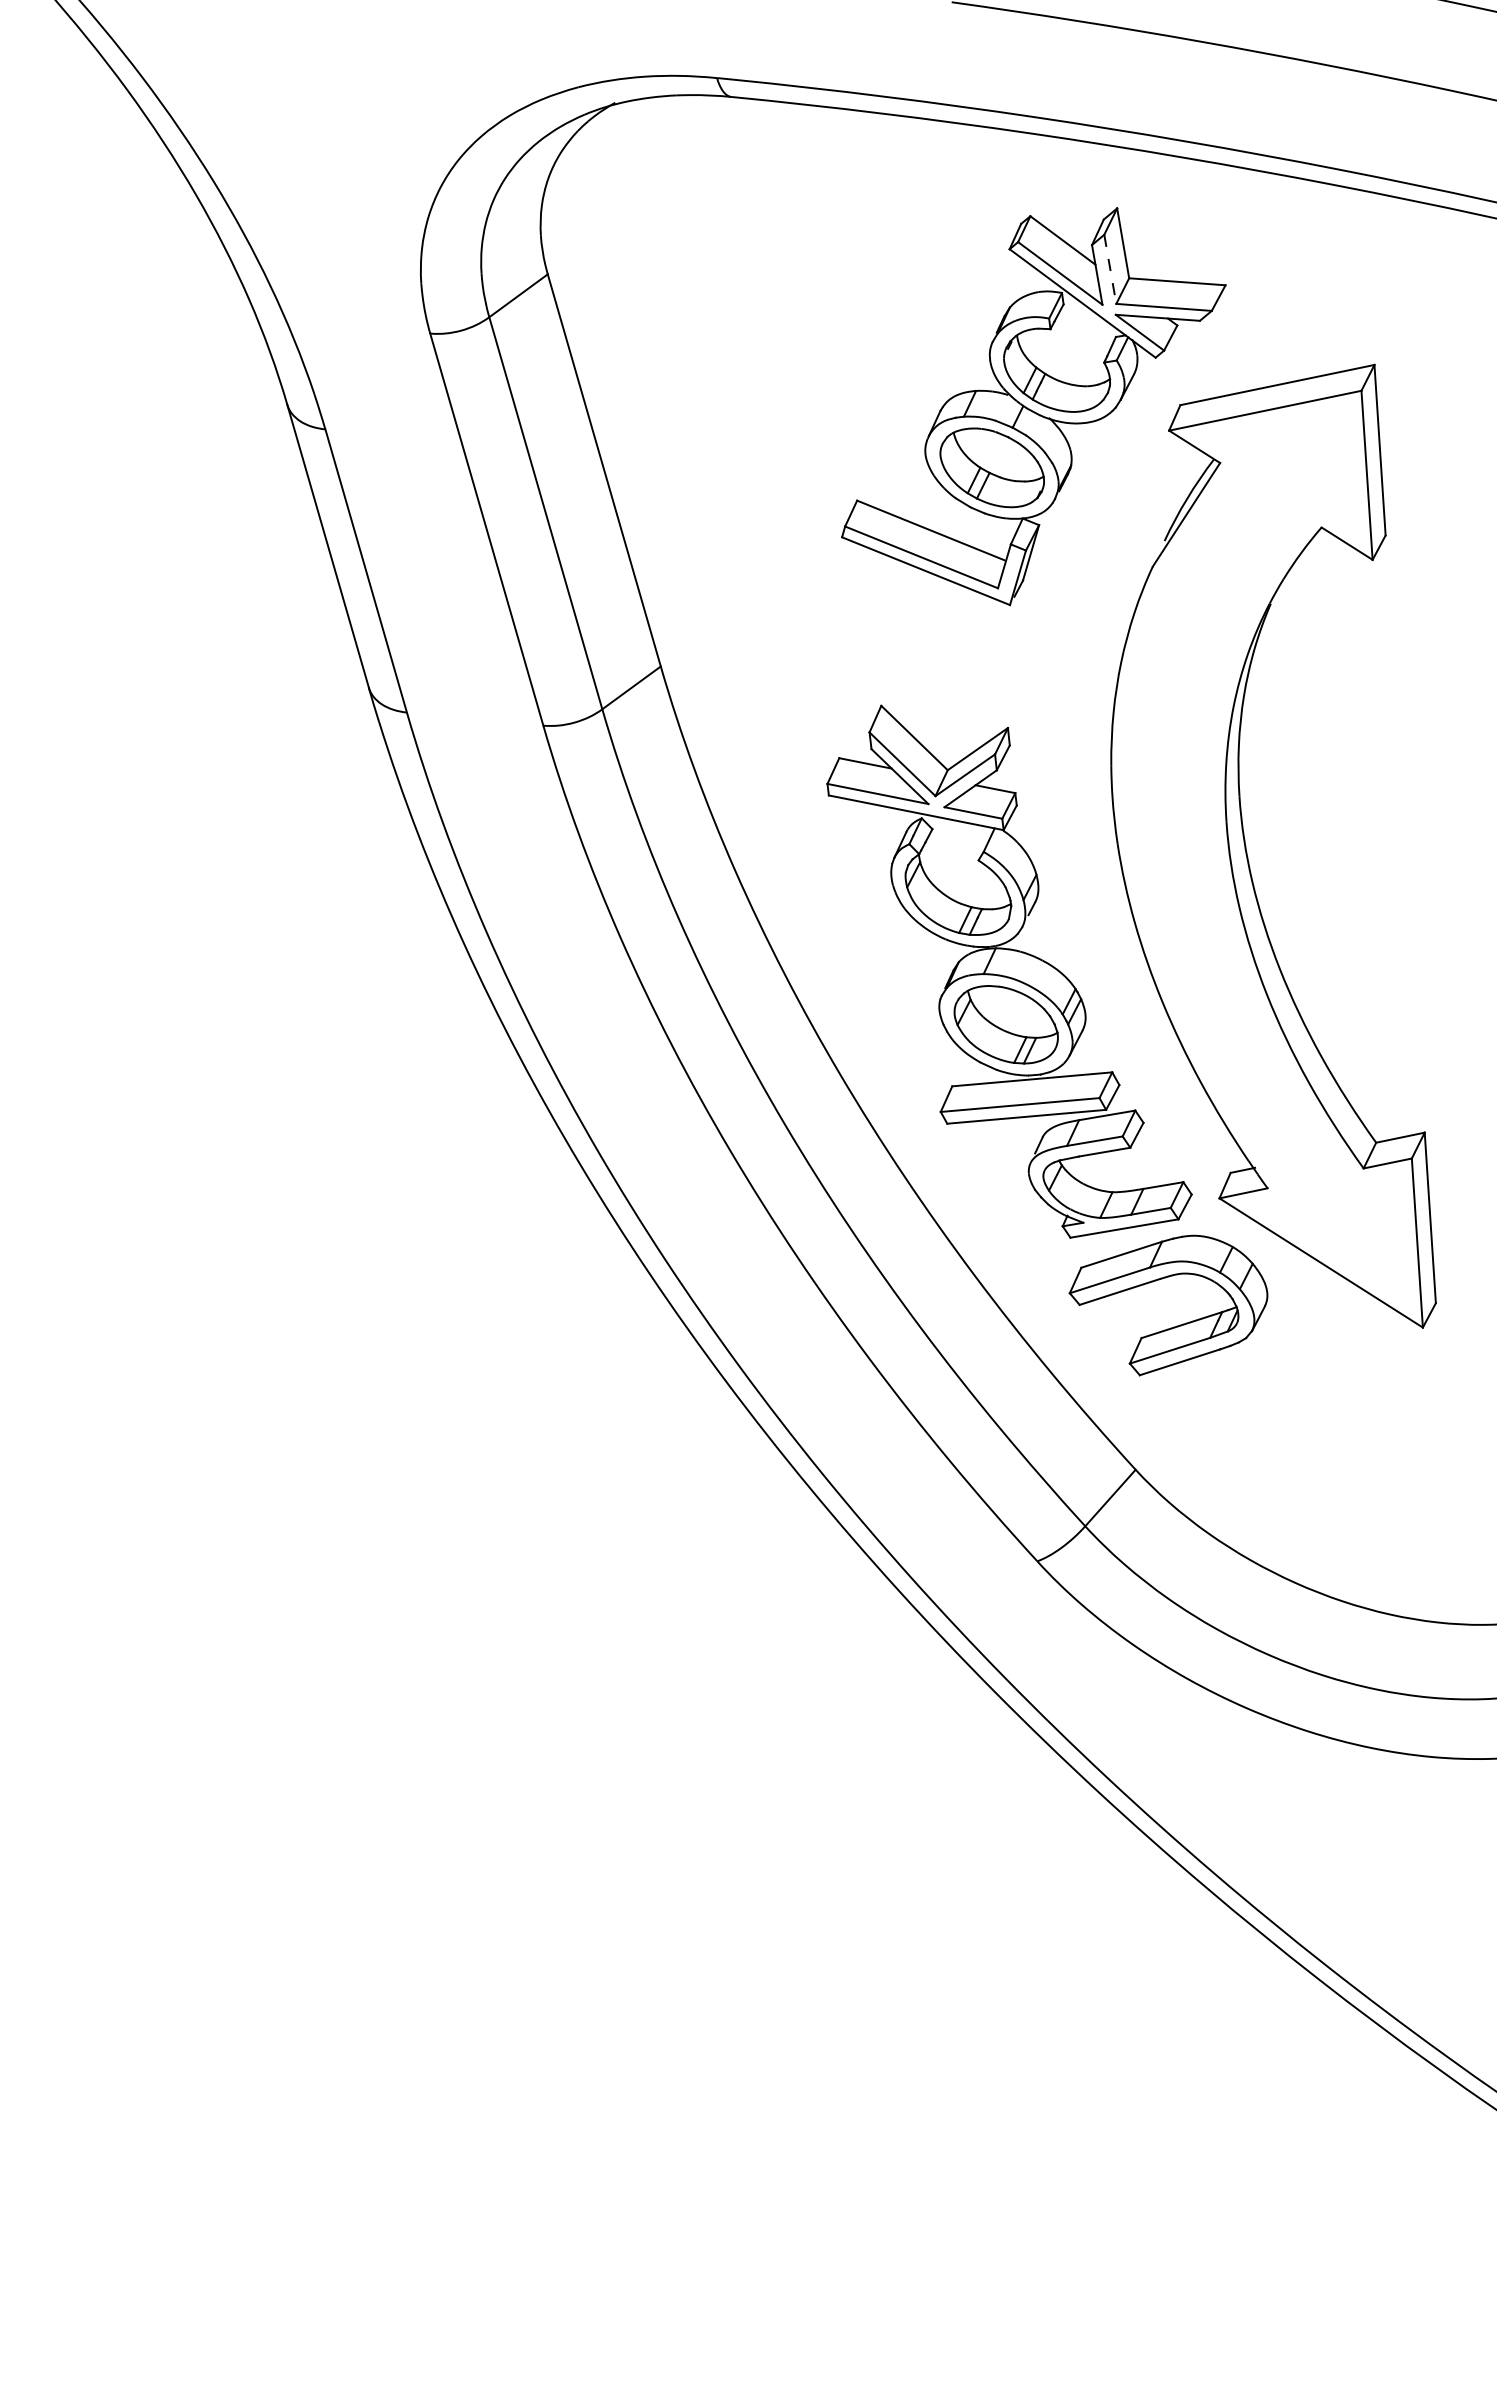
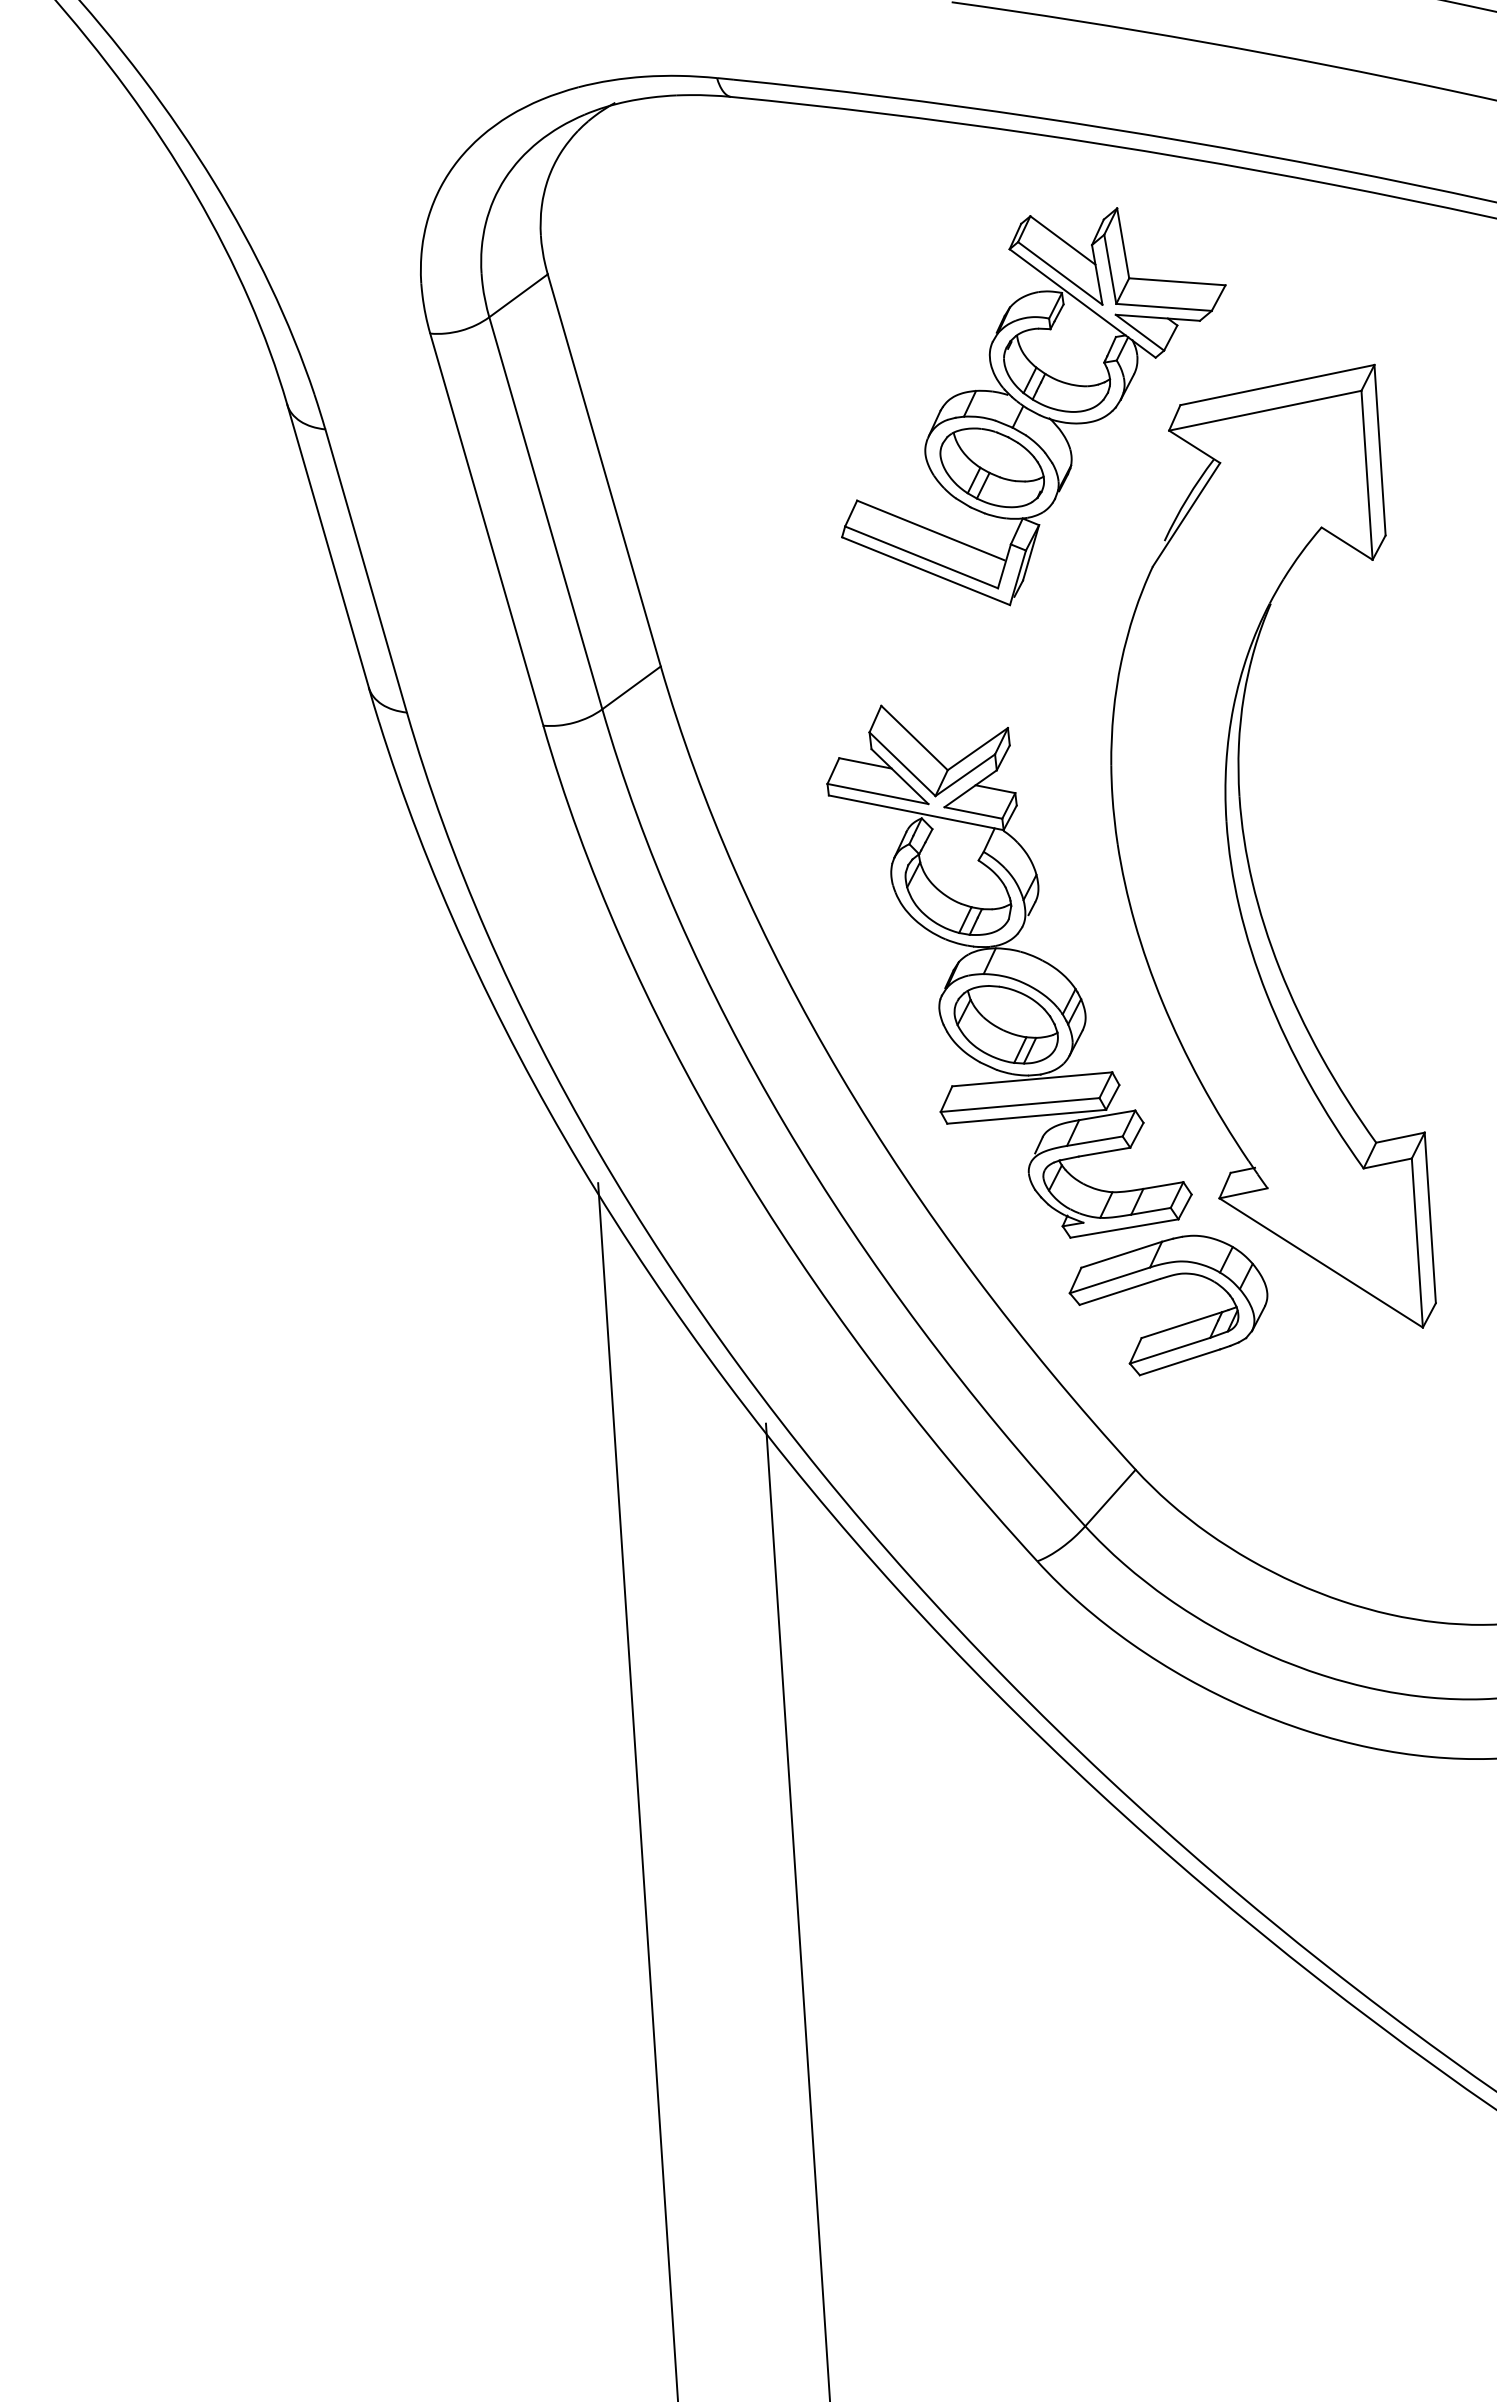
line at (1110, 269): dashed -> solid
line at (637, 1790): none -> present
line at (797, 1910): none -> present
